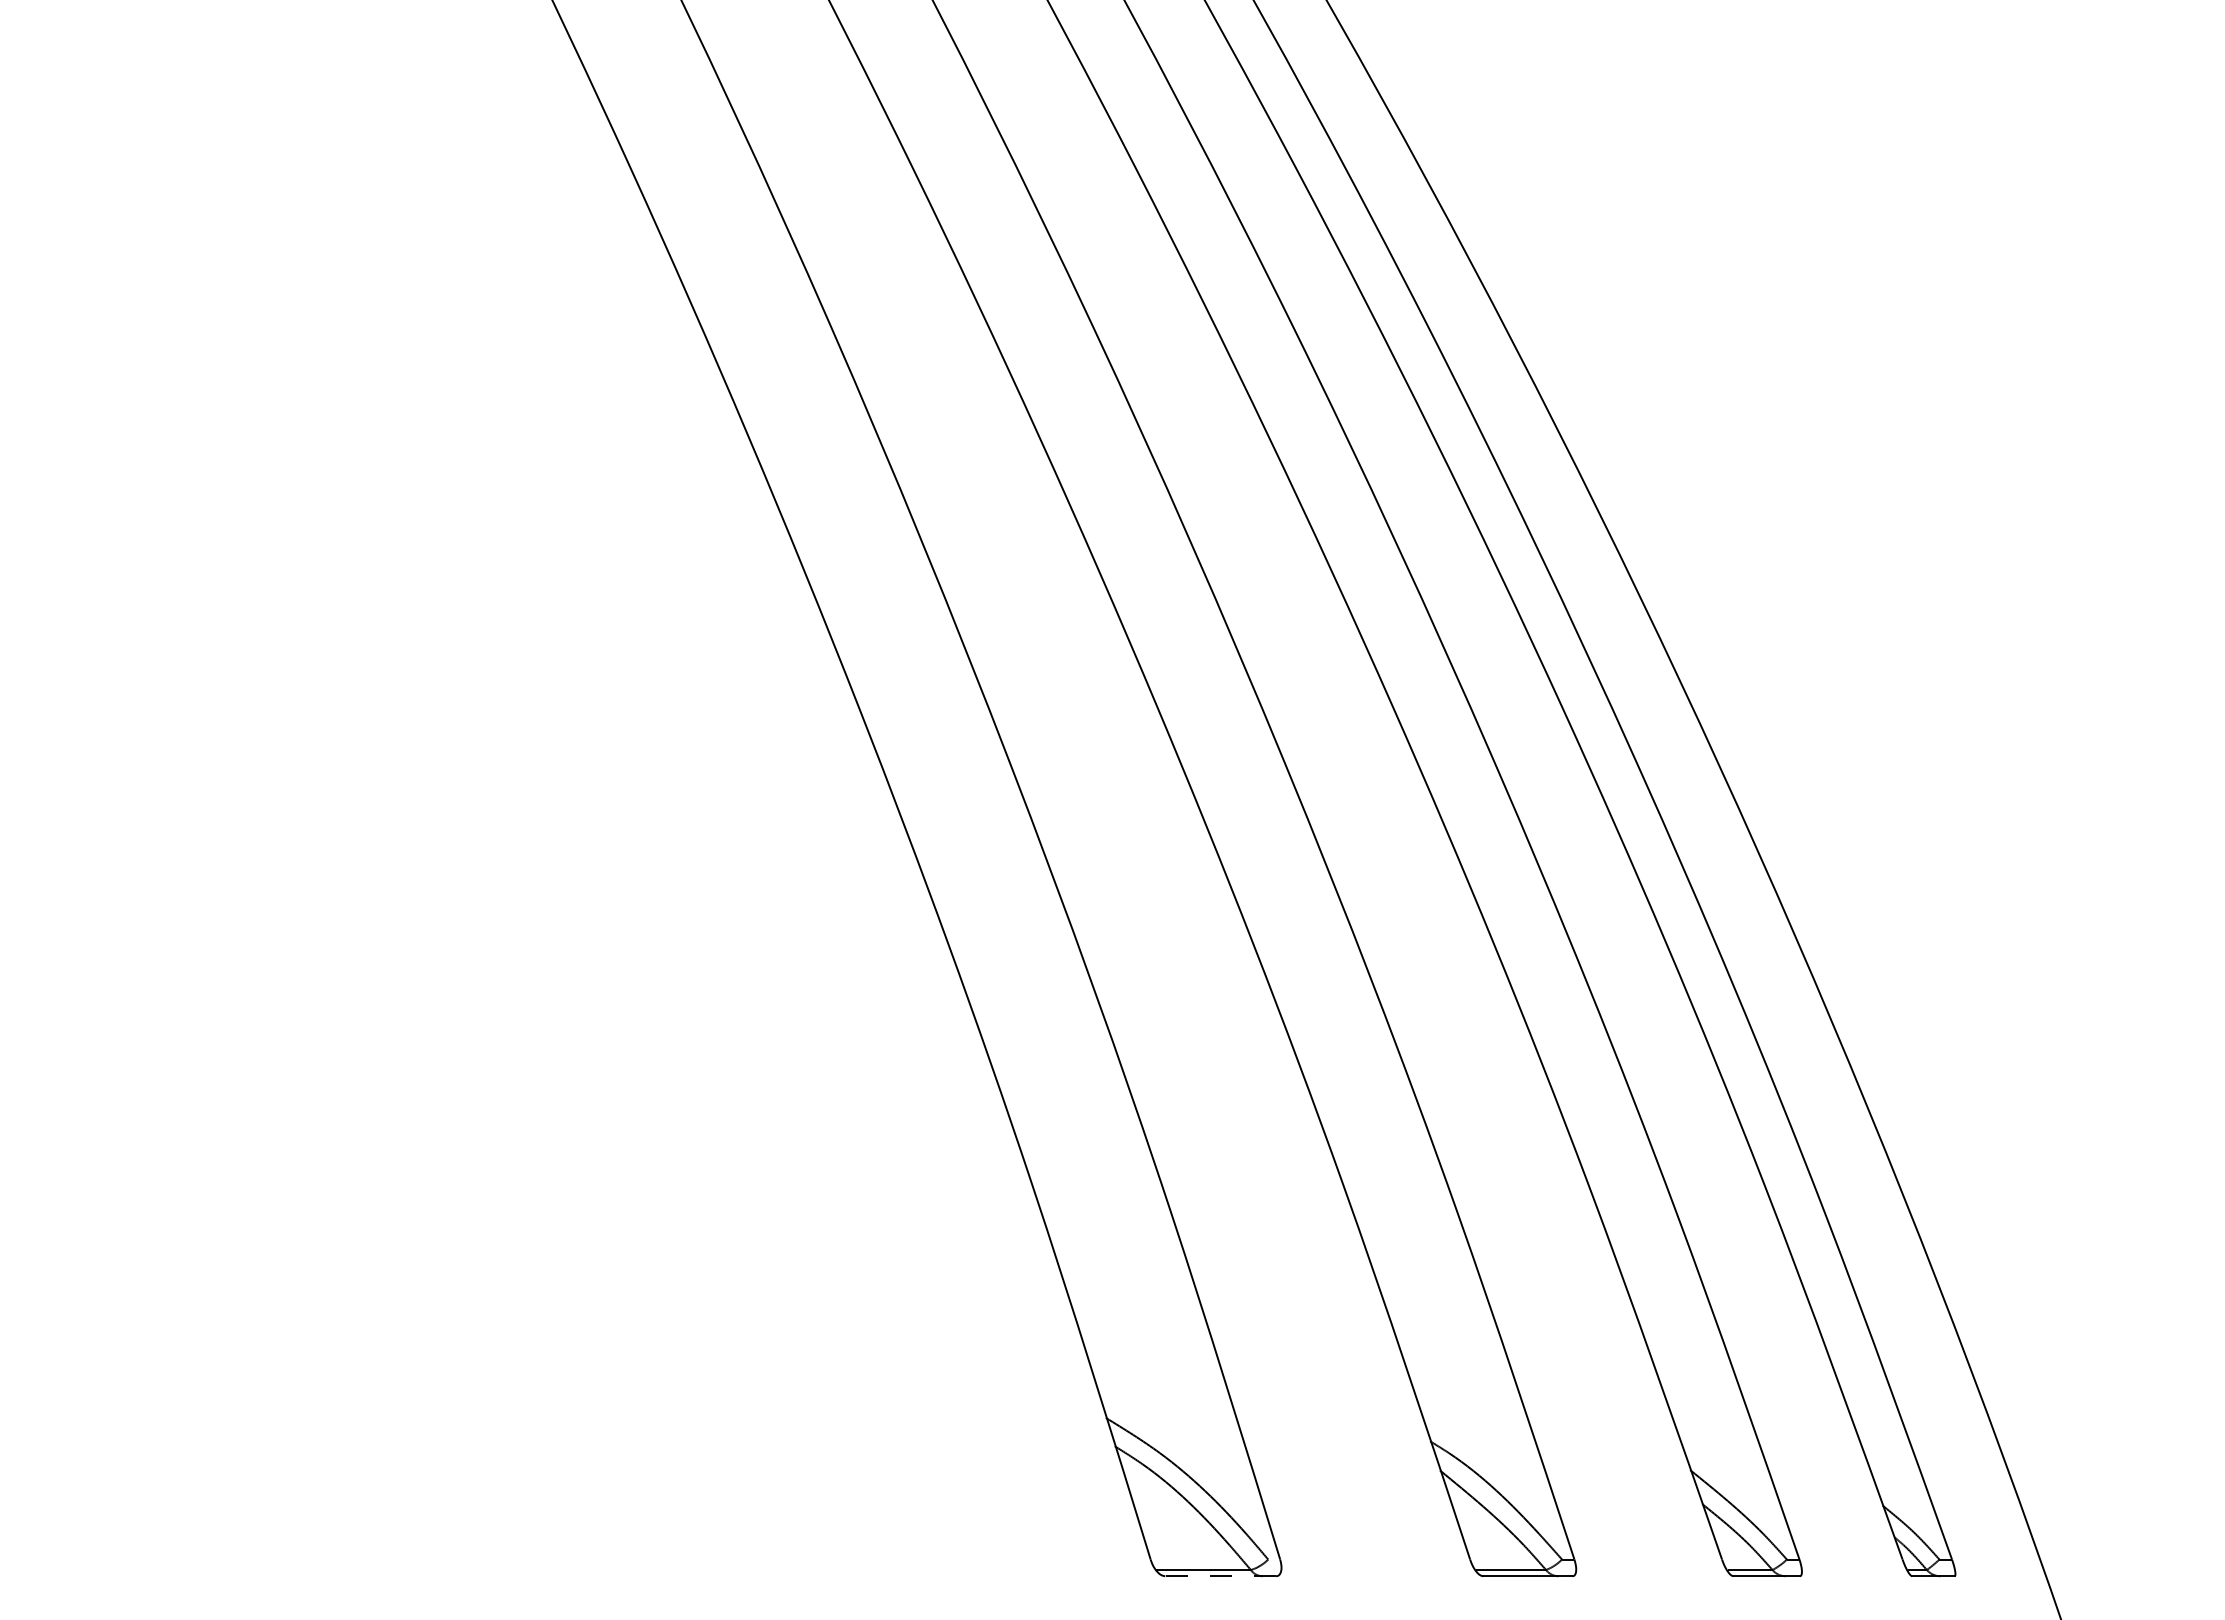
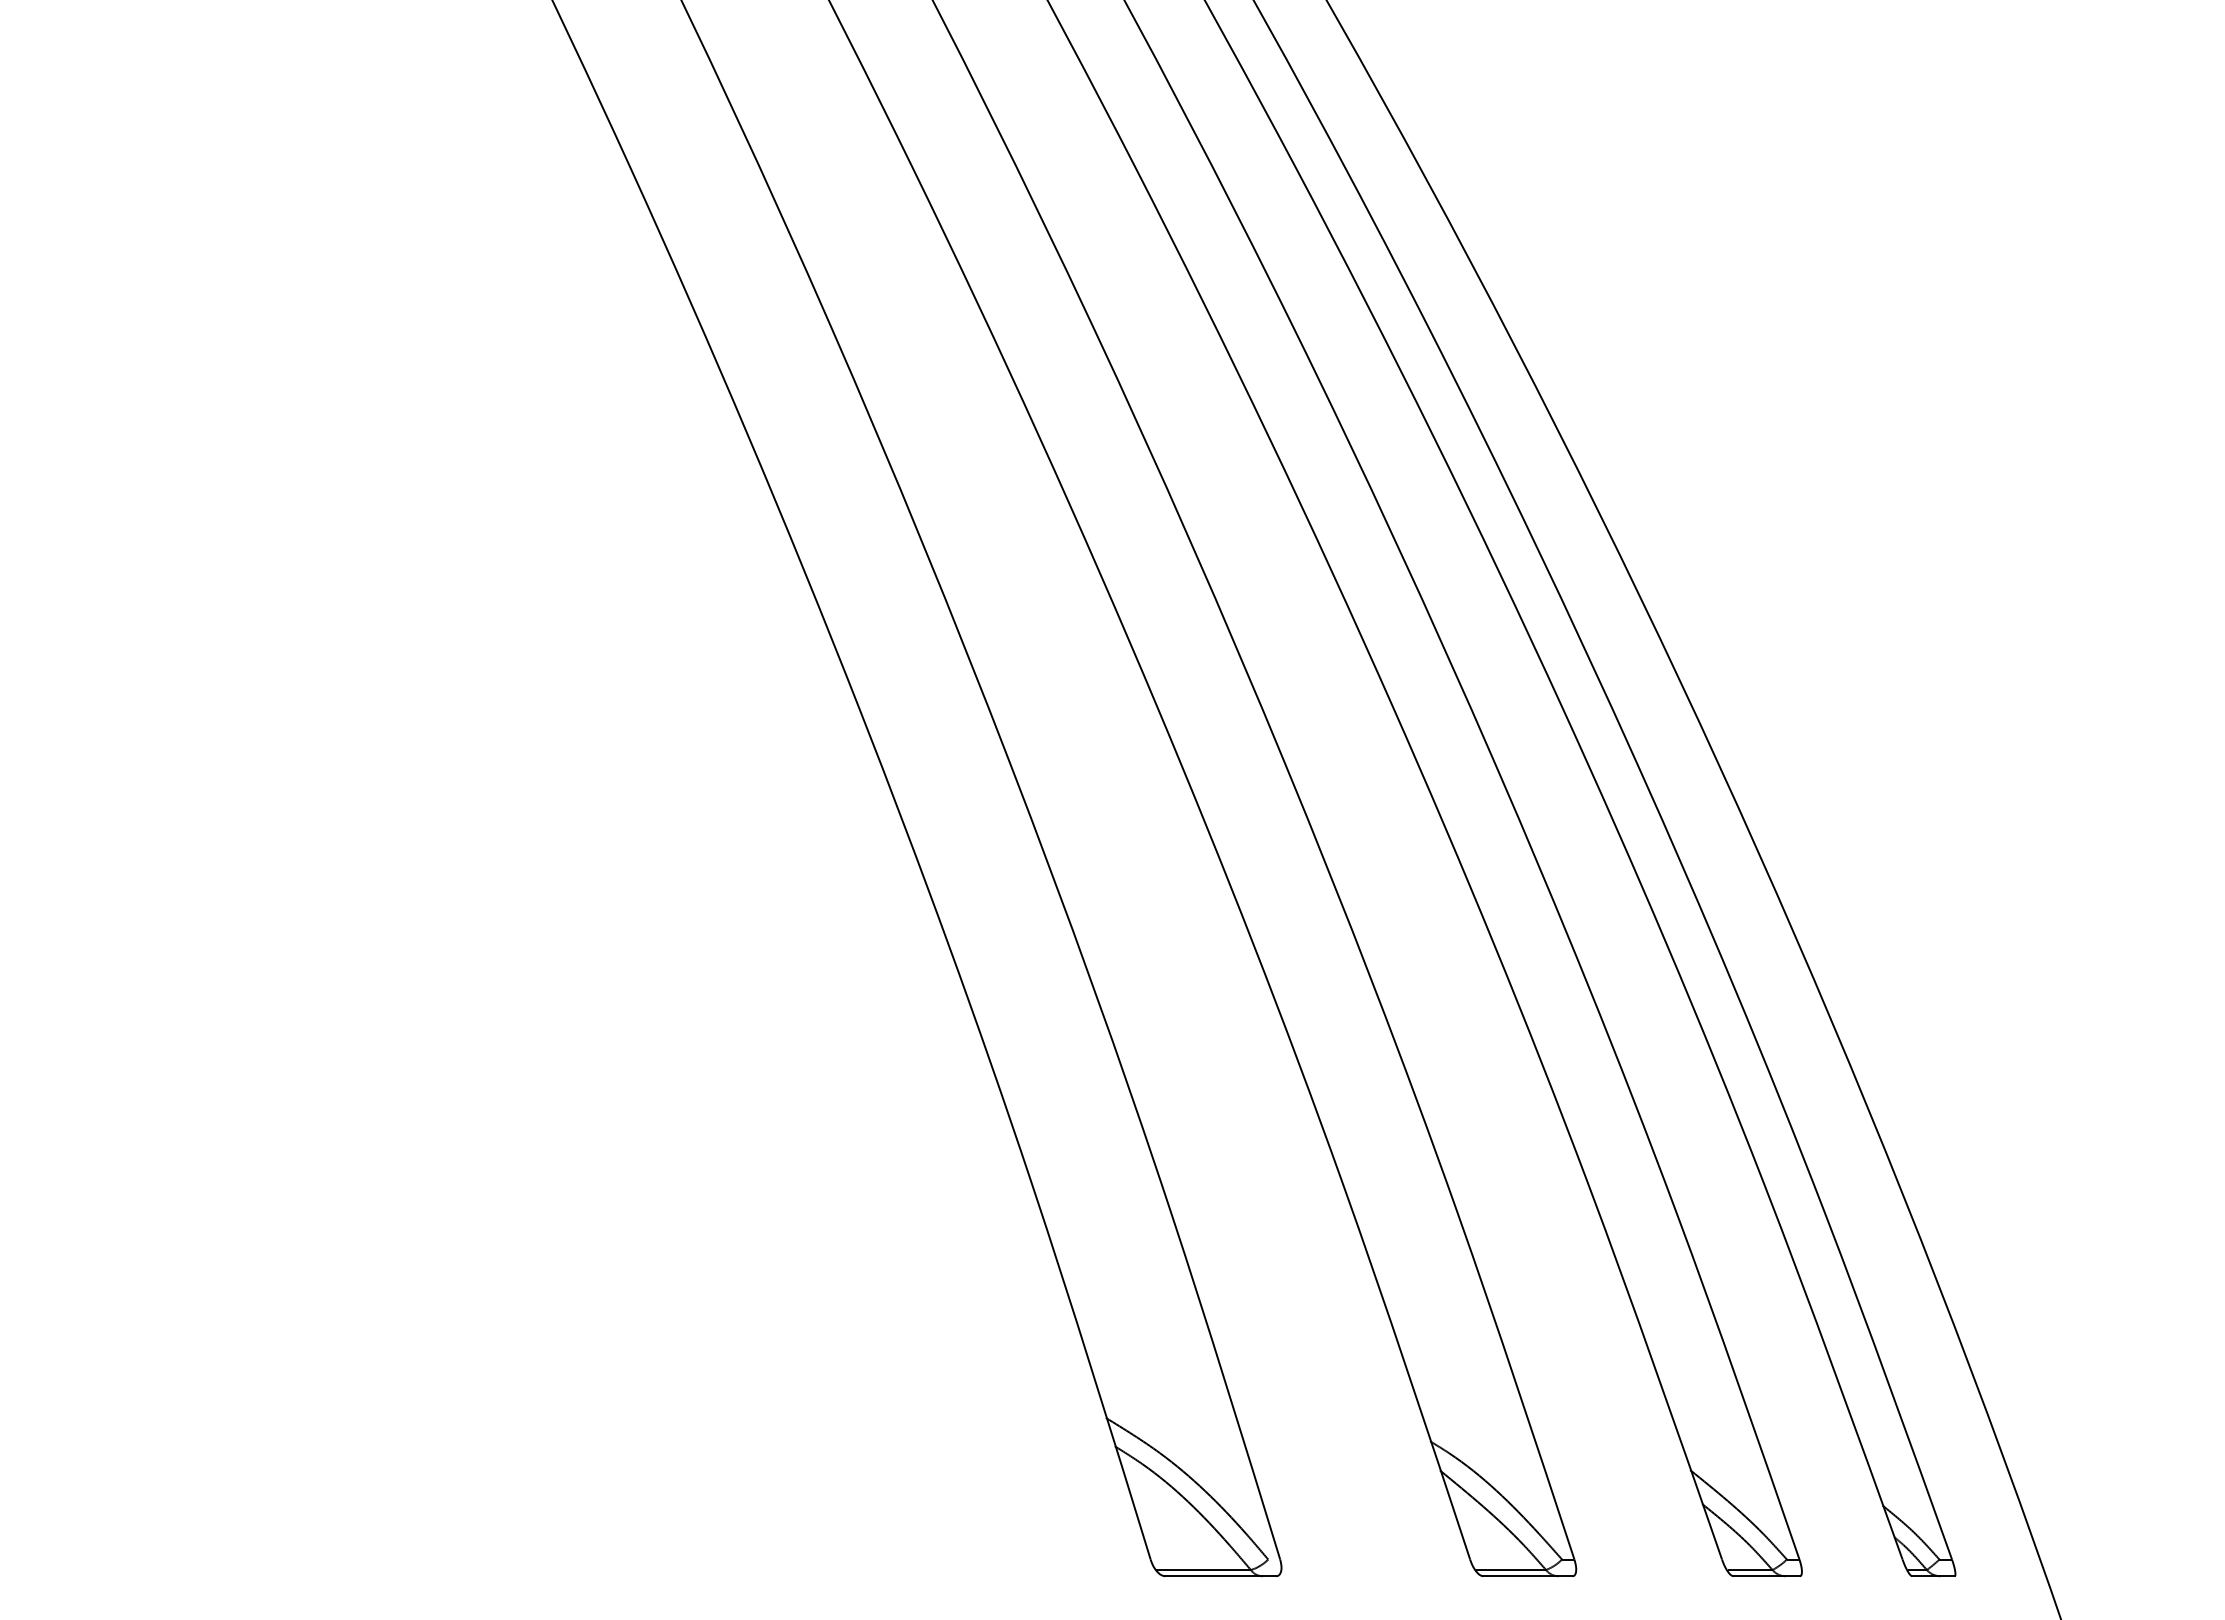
line at (1220, 1576): dashed -> solid
